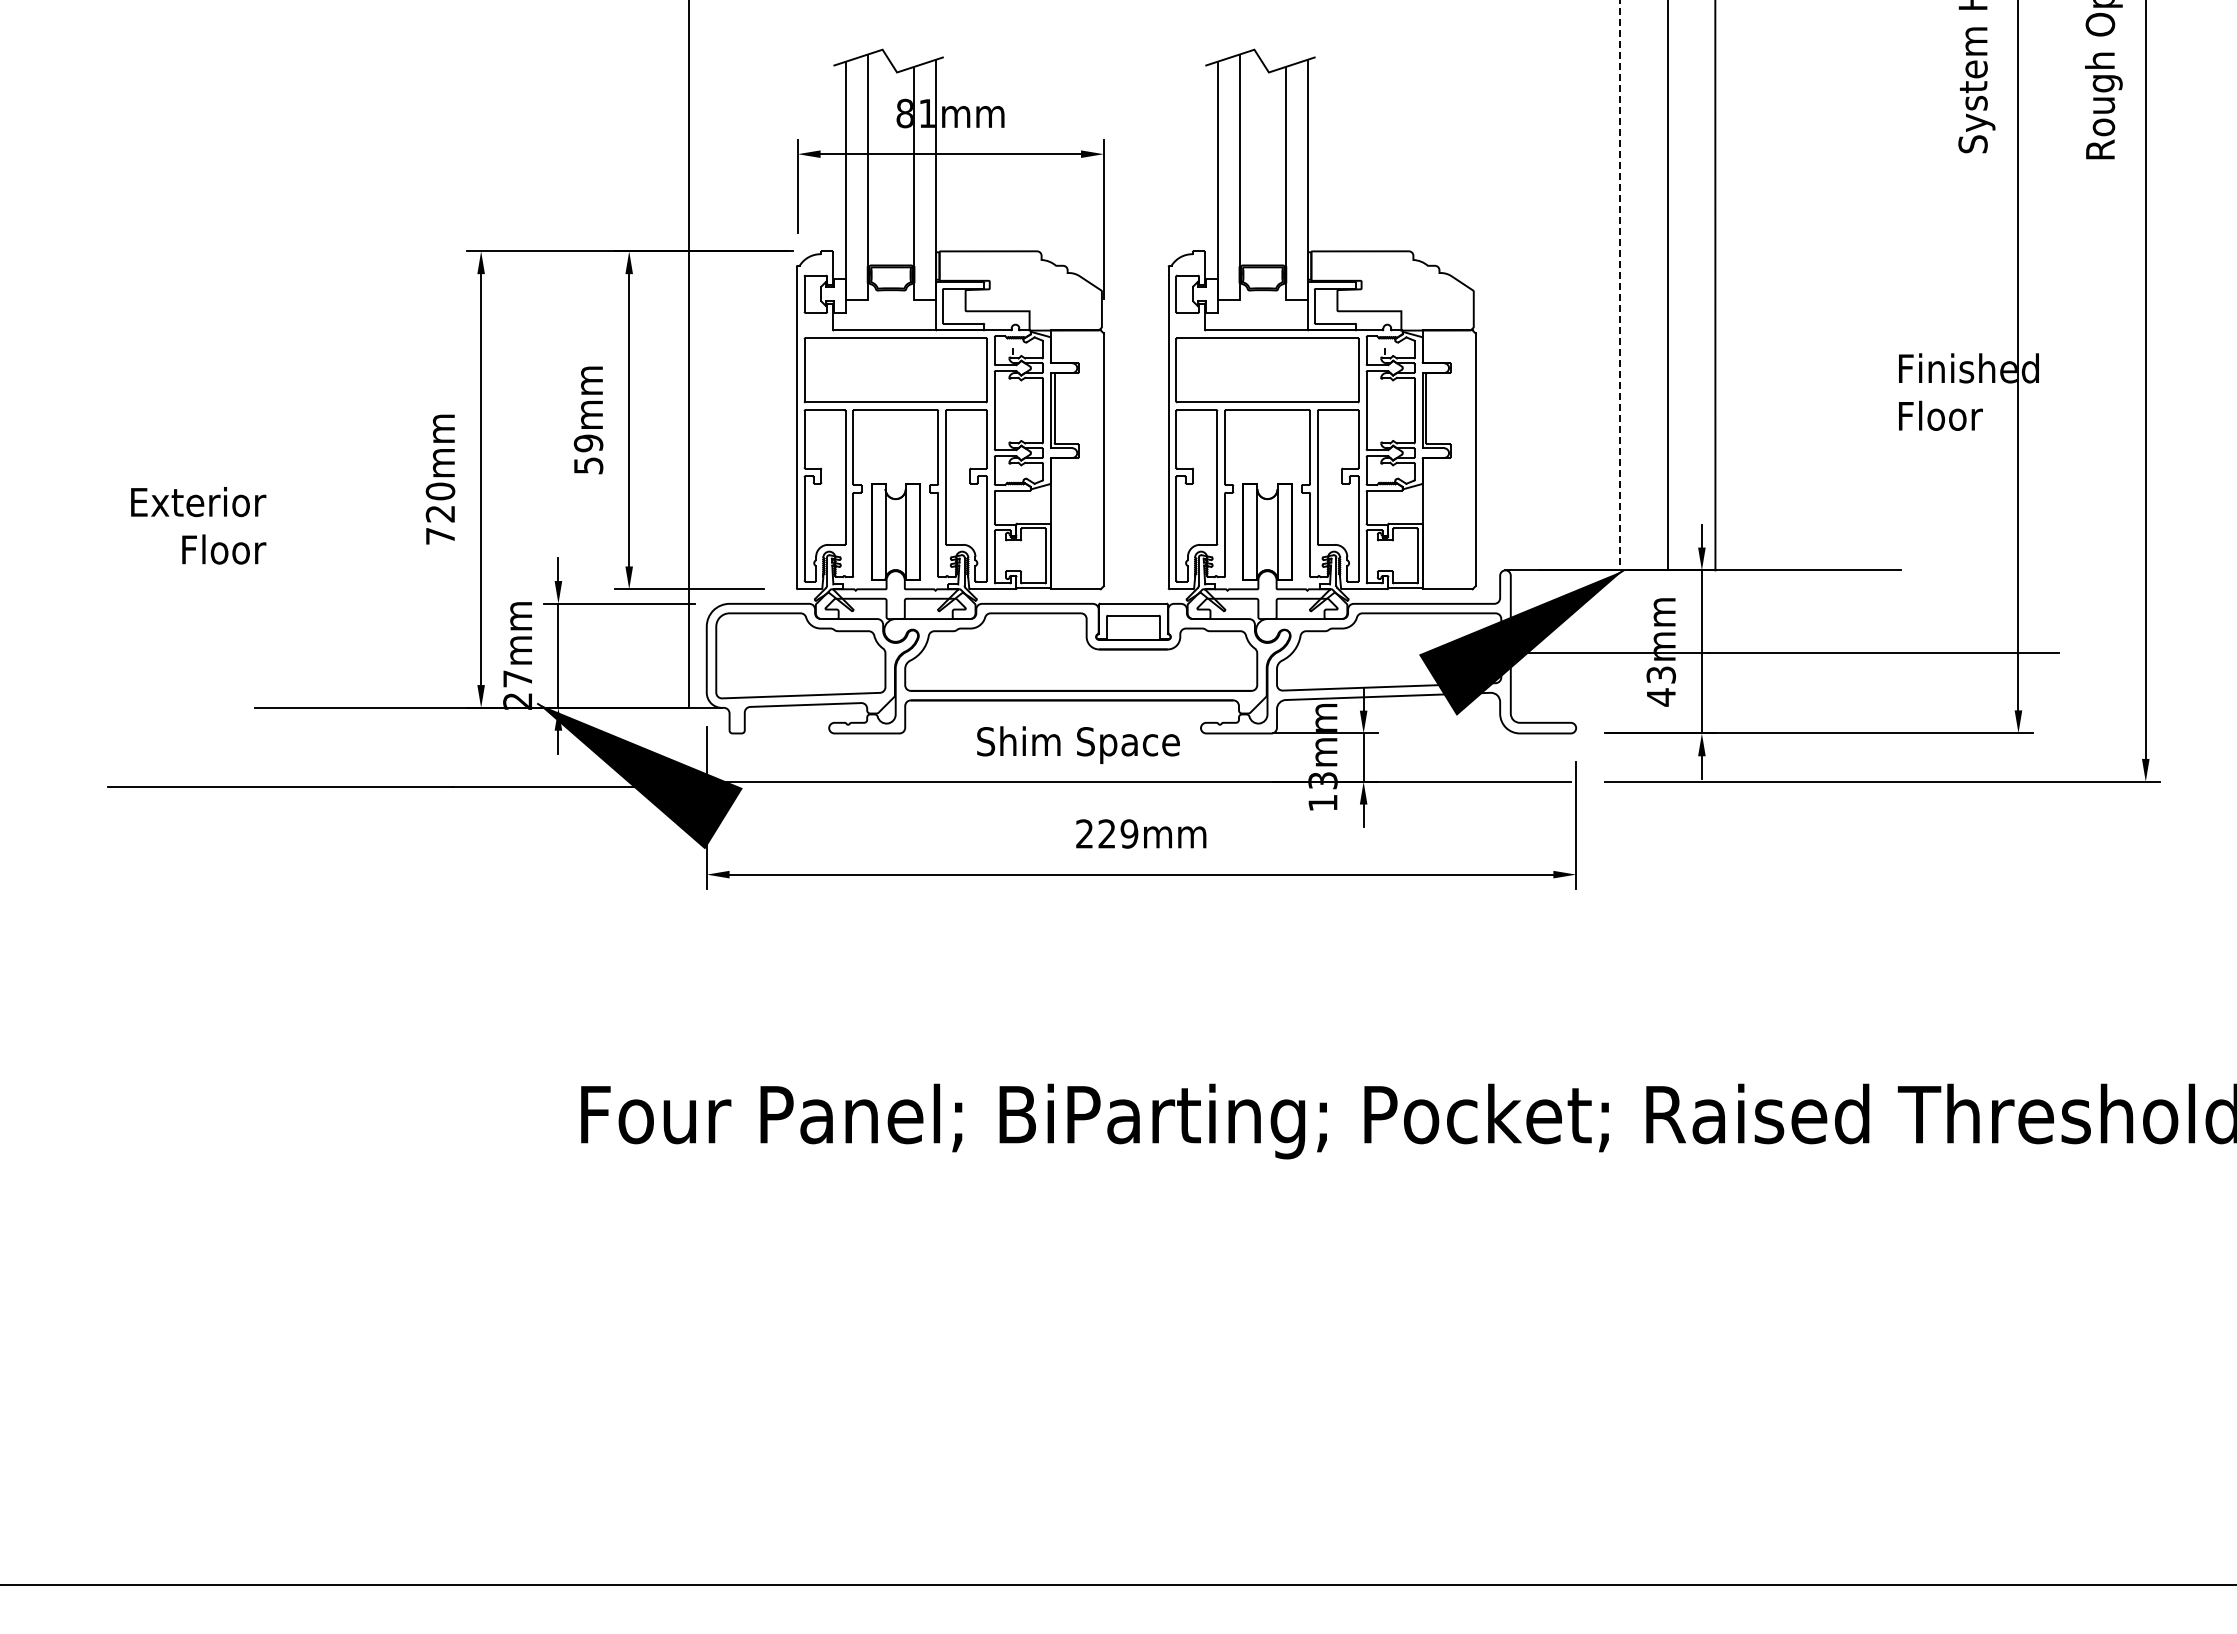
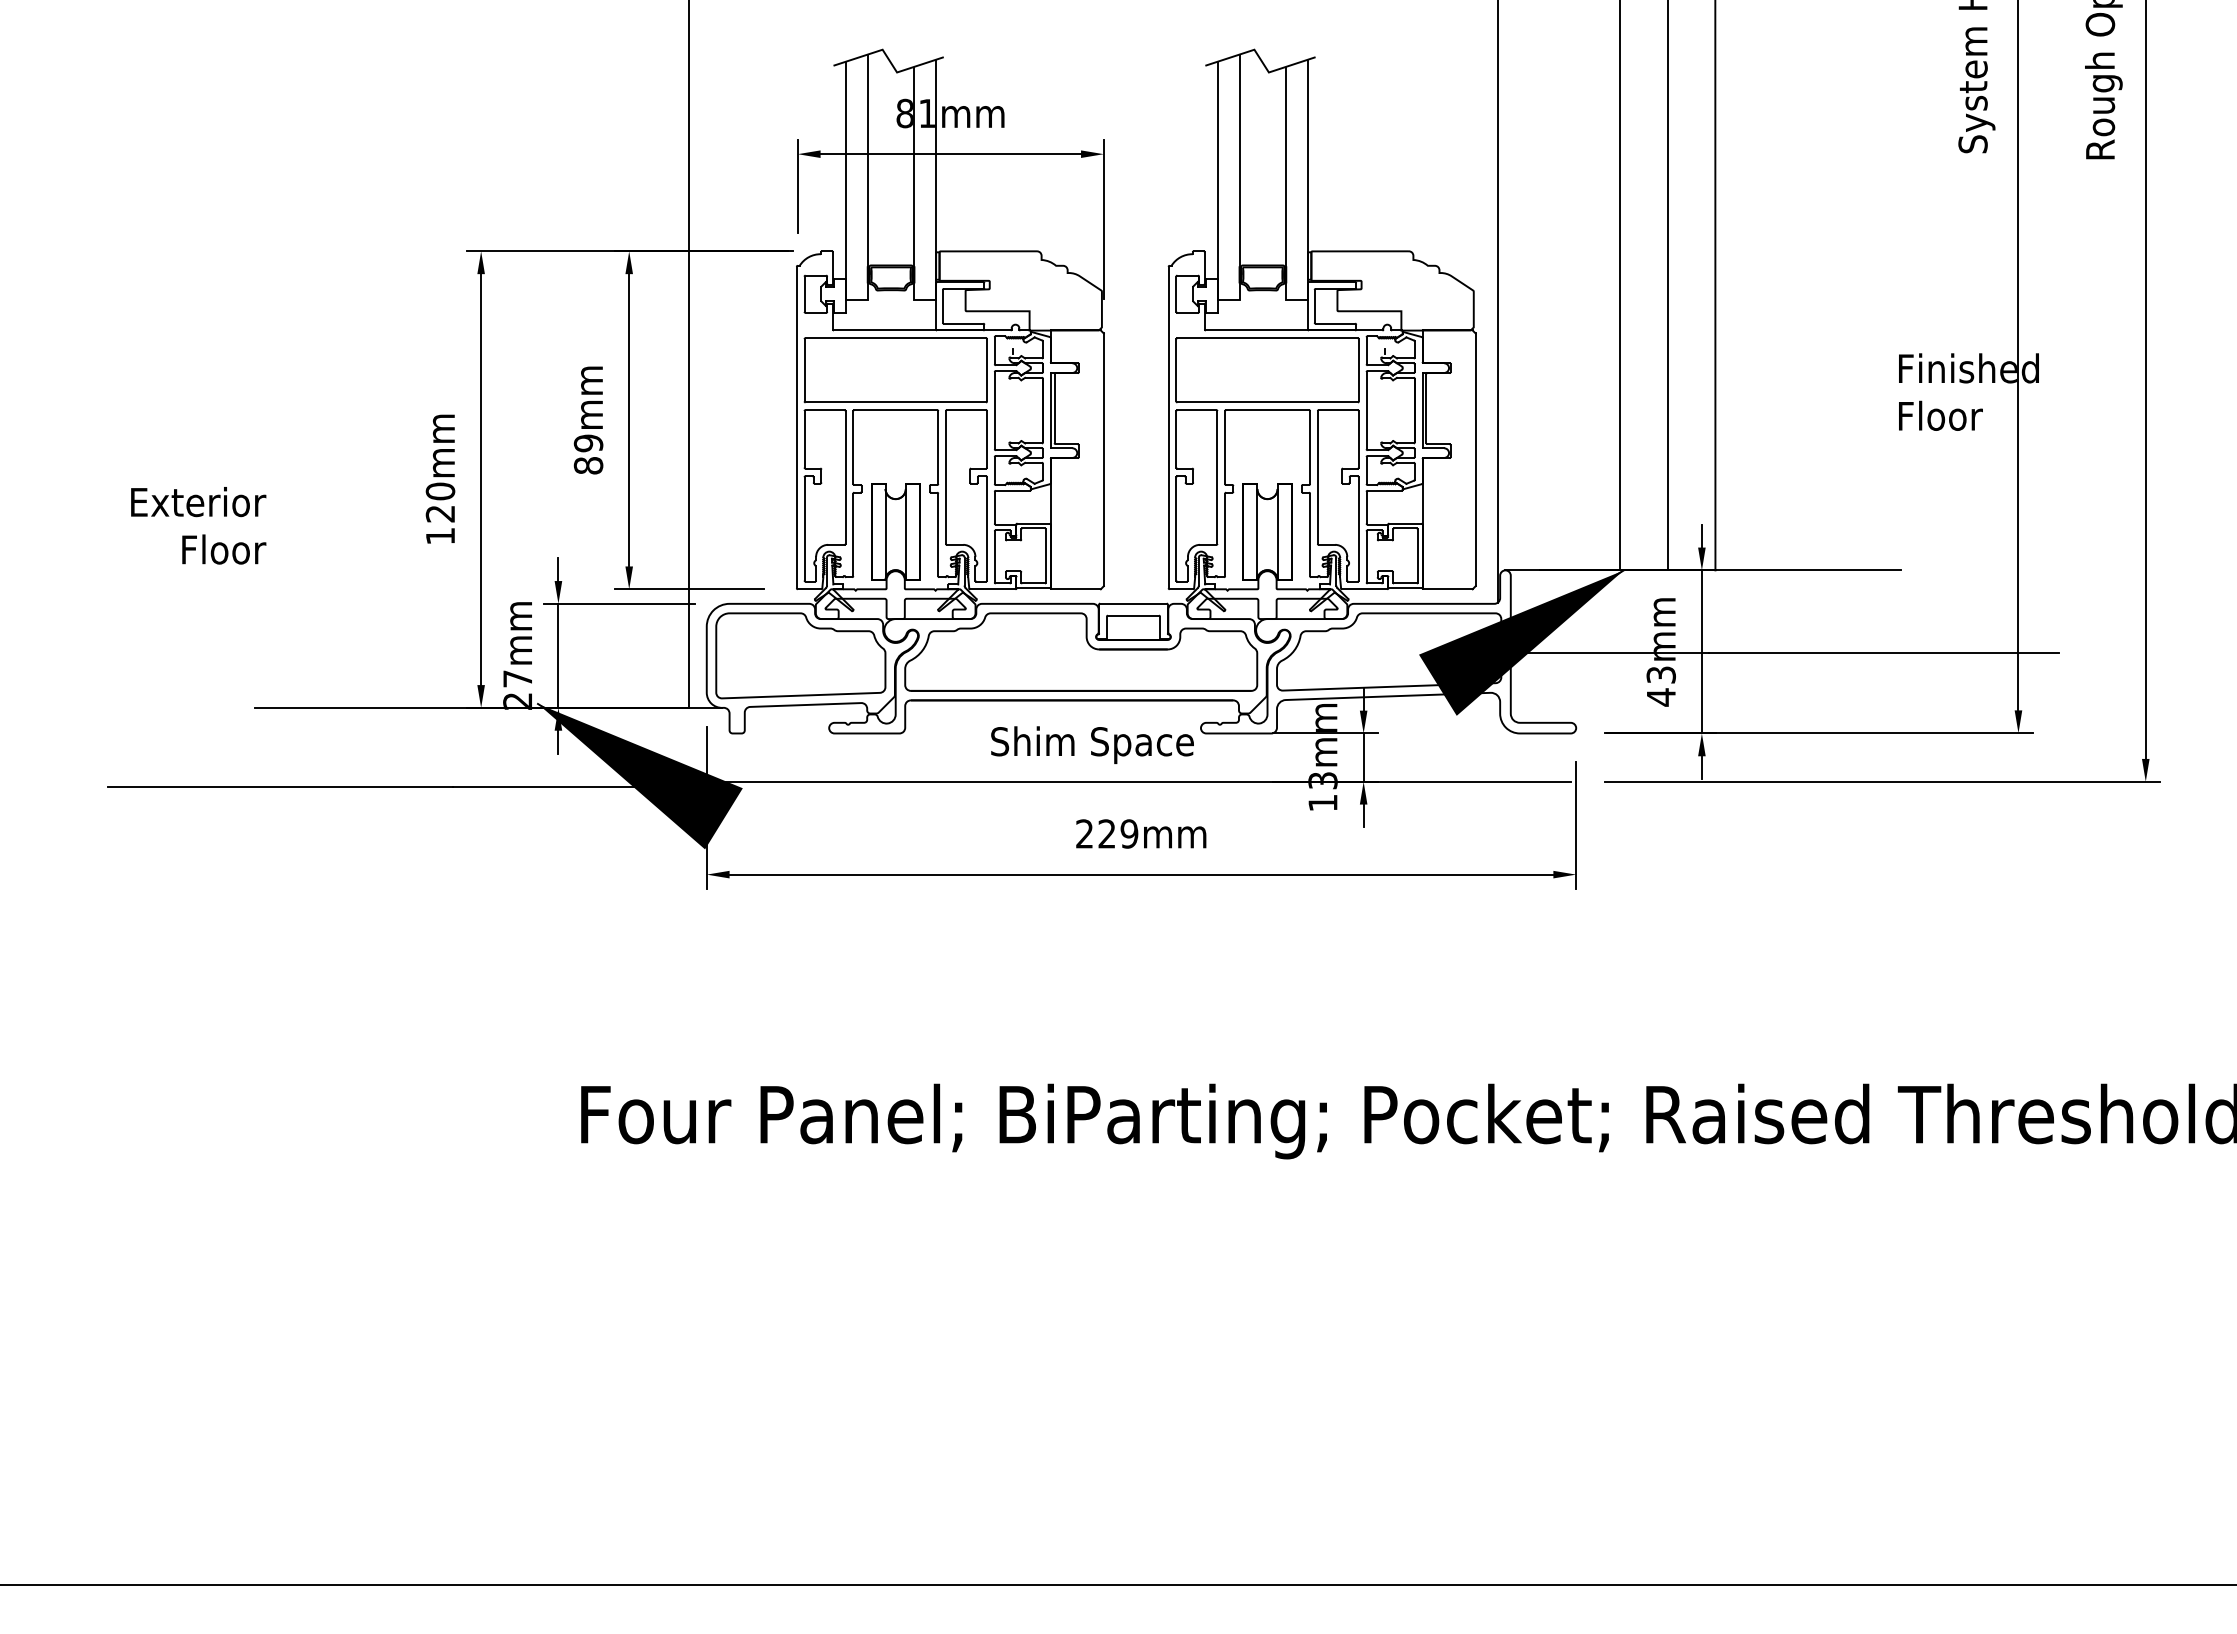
line at (1619, 285): dashed -> solid
line at (1497, 302): none -> present
text at (588, 465): 59mm -> 89mm
text at (440, 536): 720mm -> 120mm
text at (1078, 744) position: (1078, 744) -> (1092, 744)
